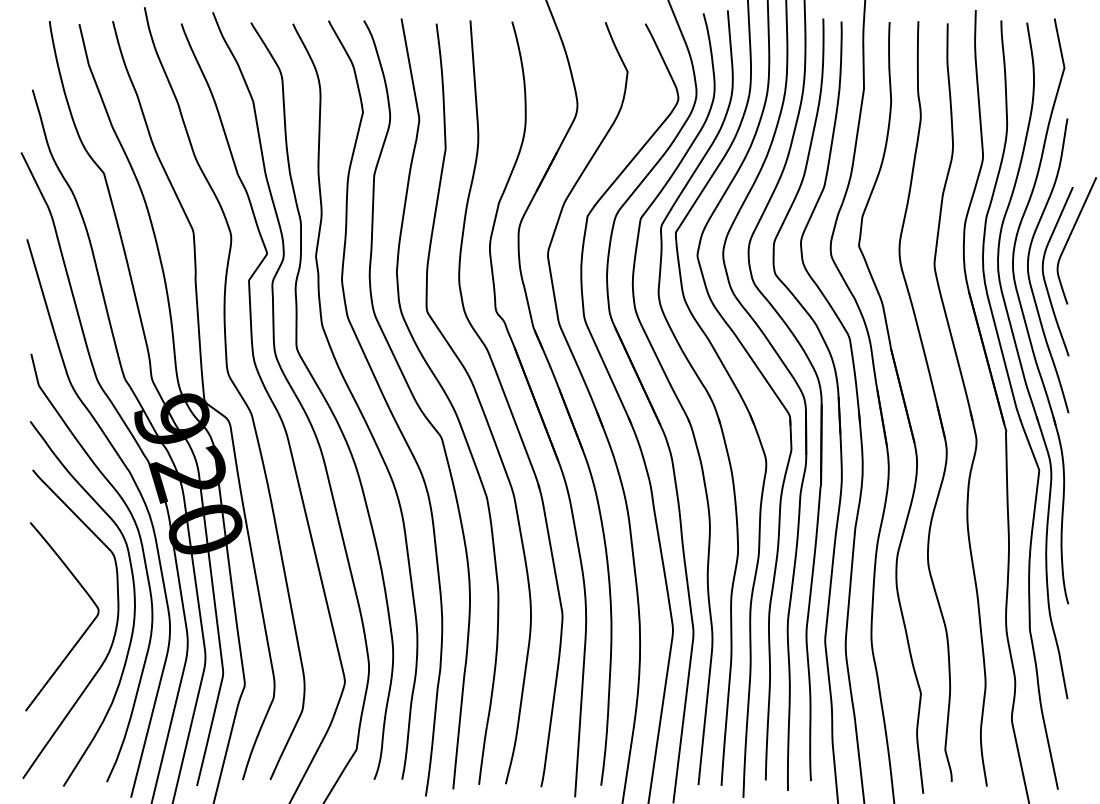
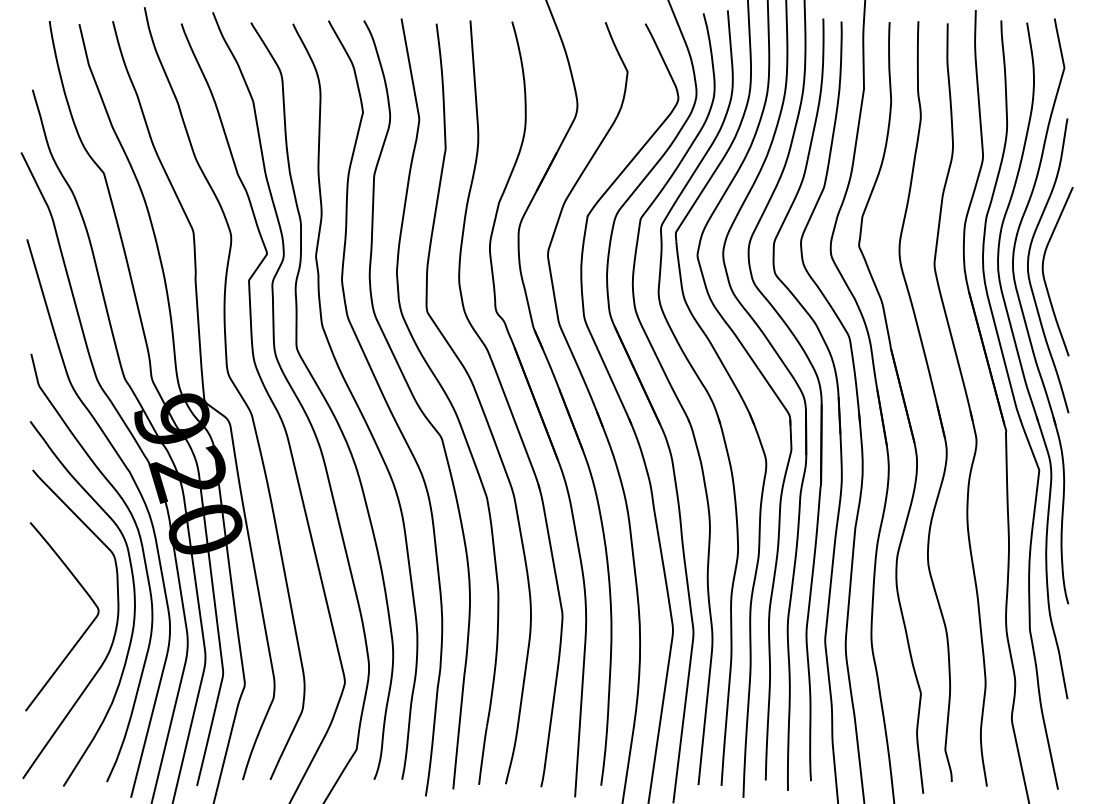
curve at (1070, 237): present -> none
